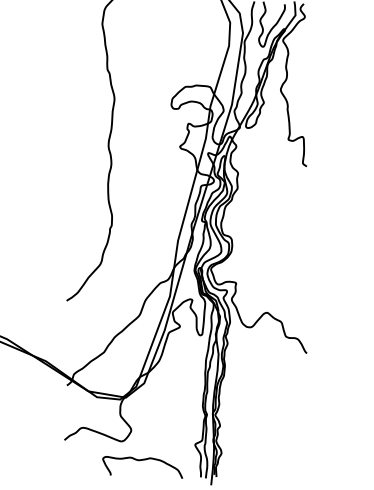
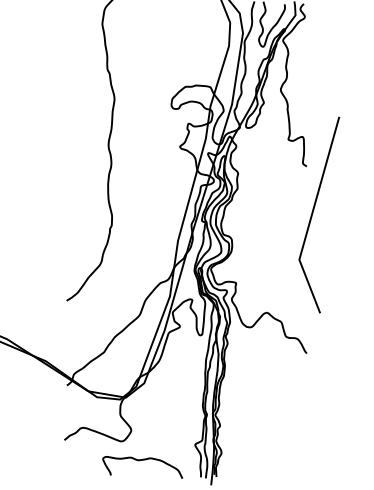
line at (313, 213): none -> present
